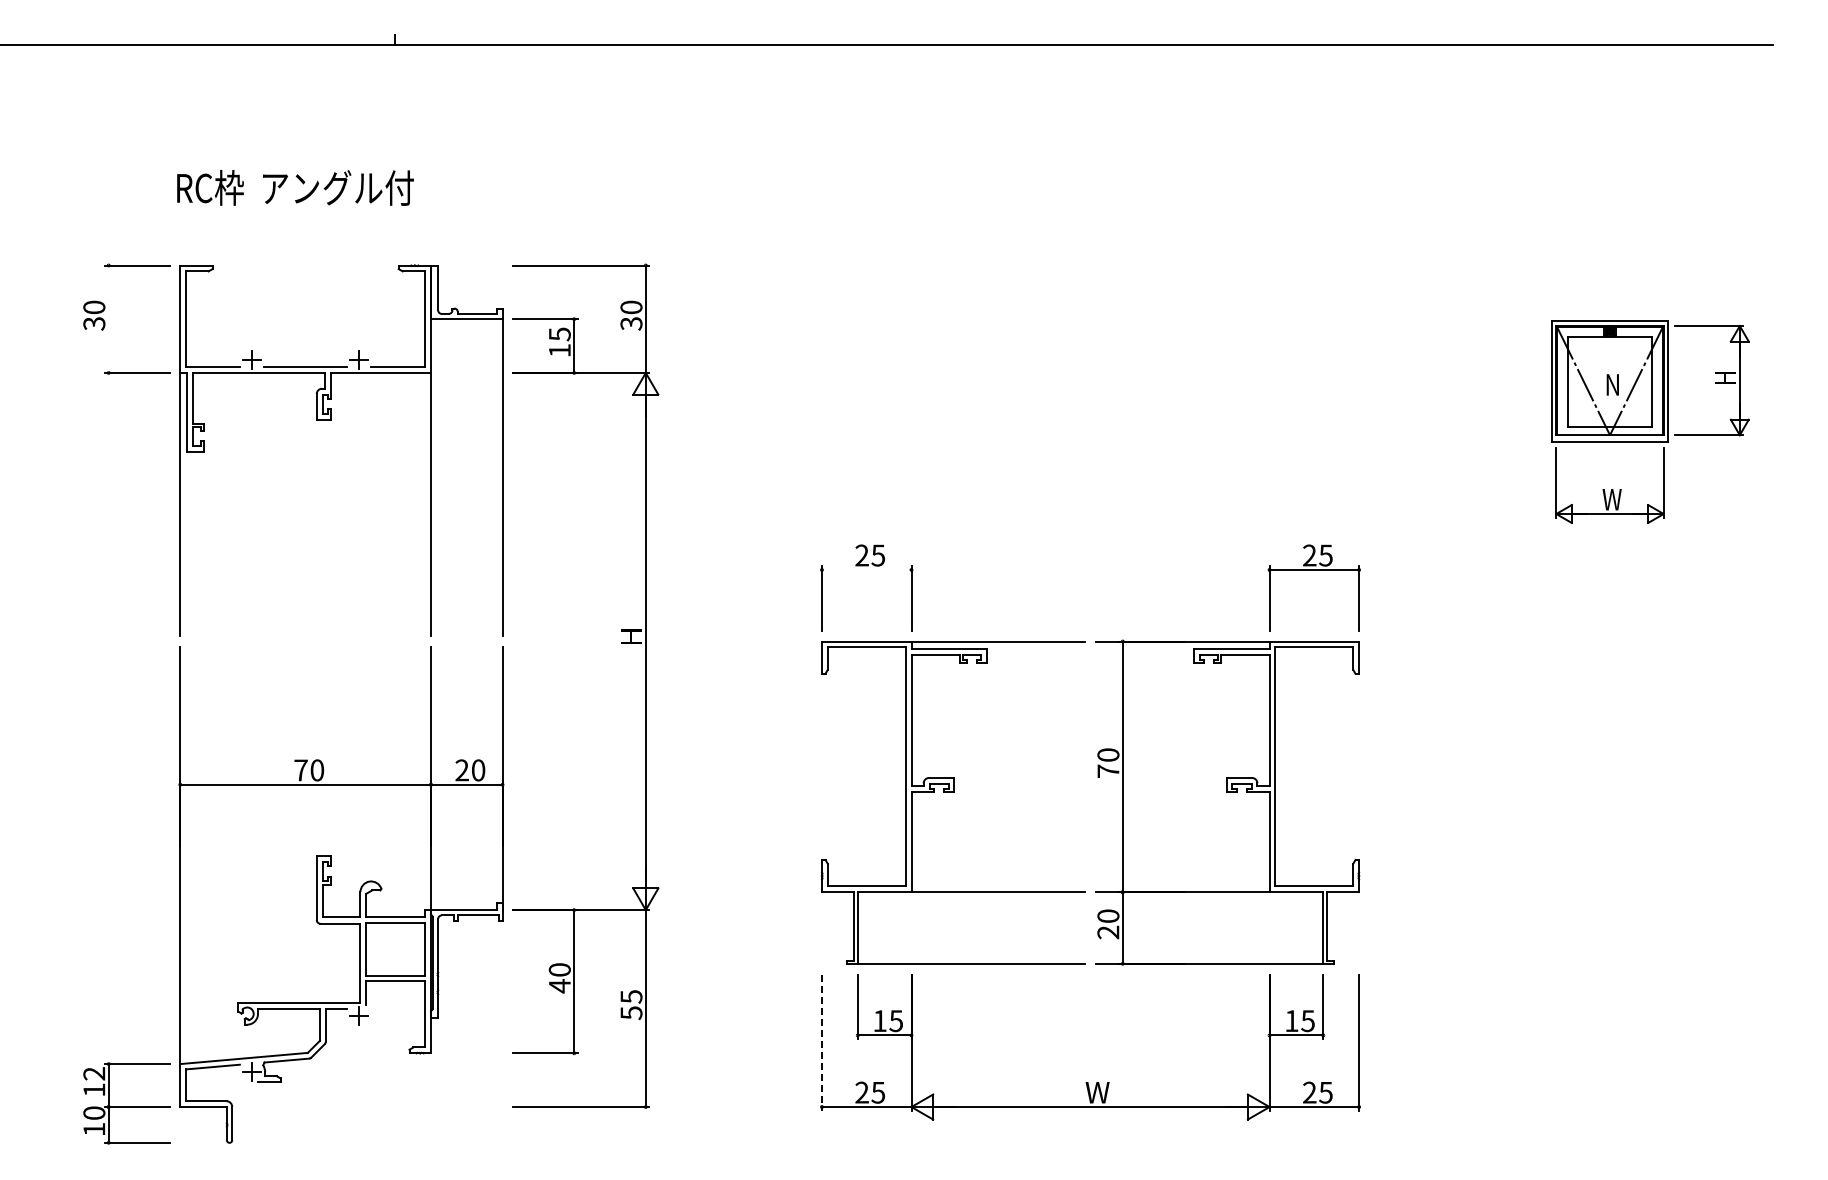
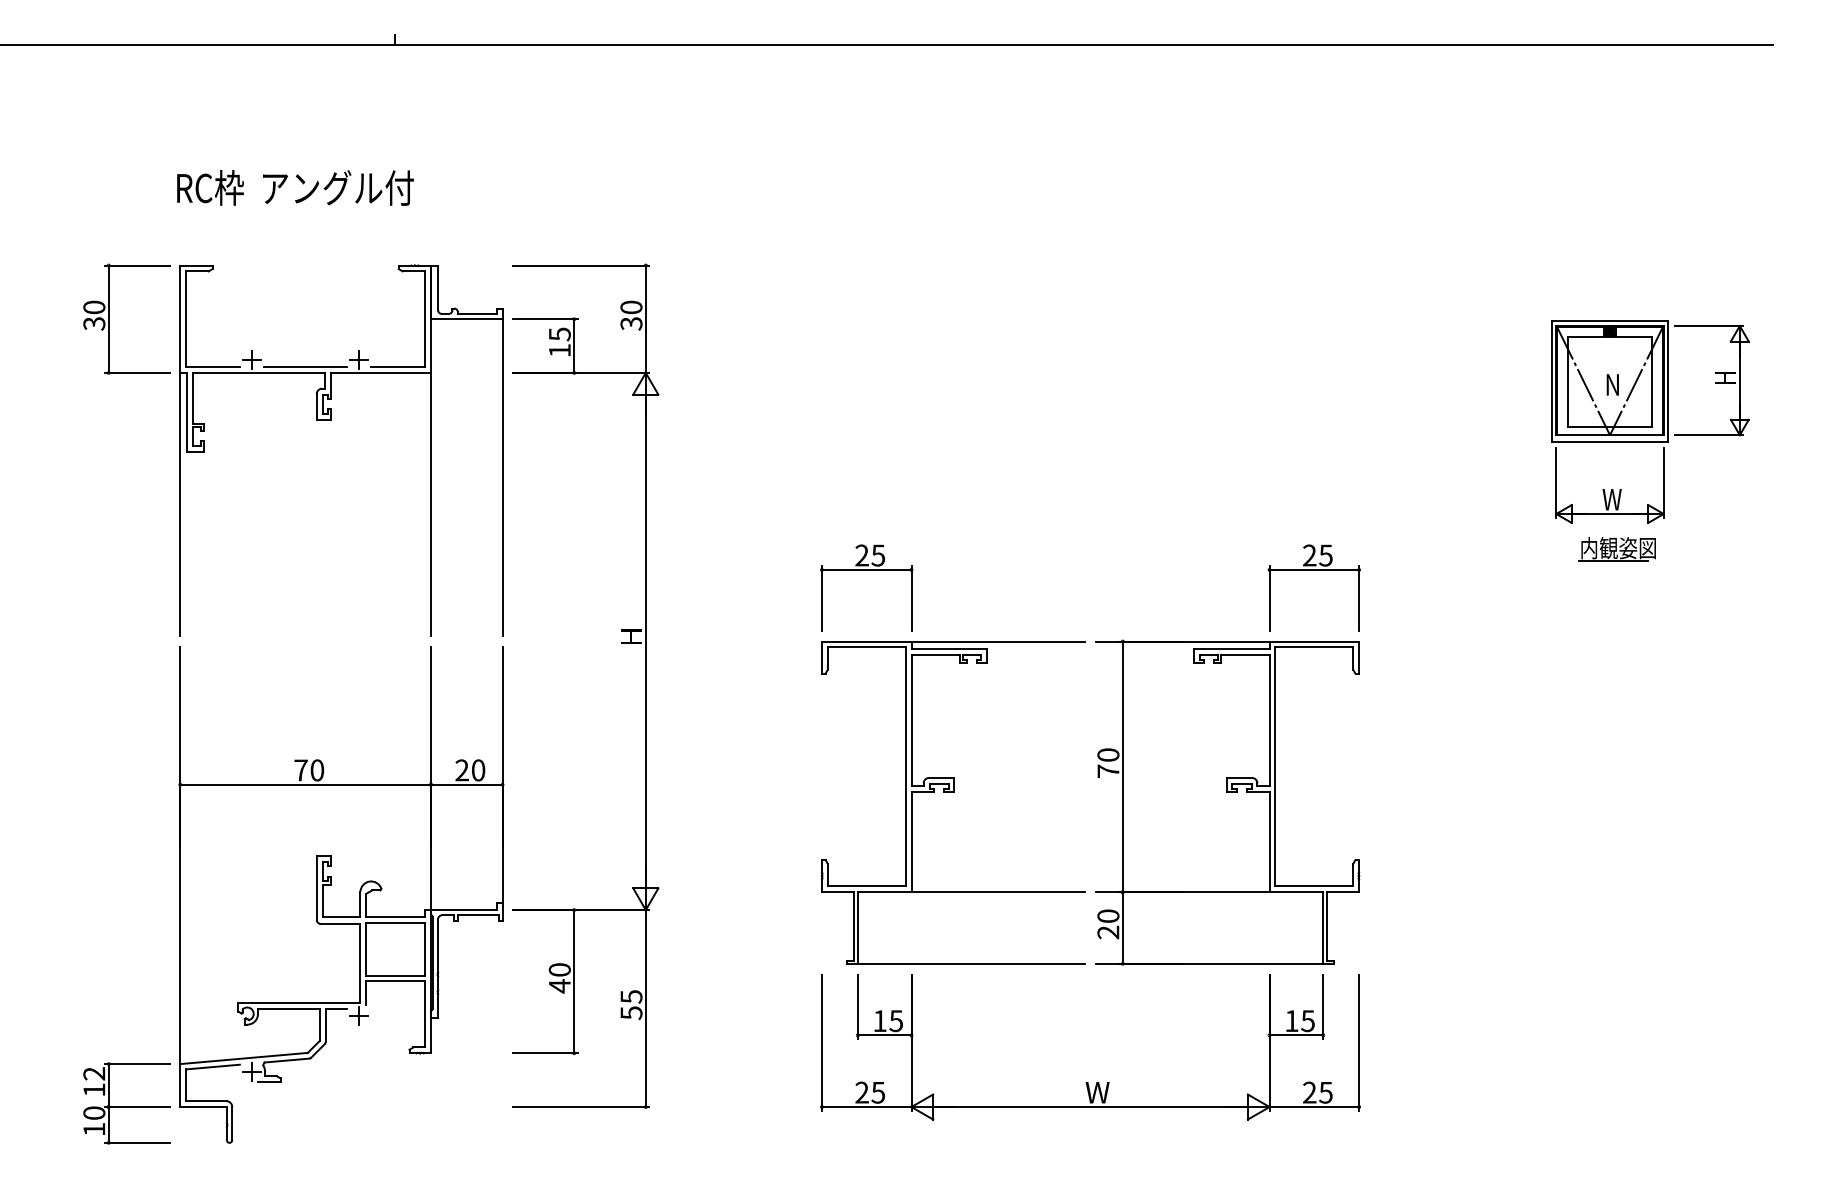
line at (108, 318): none -> present
part at (1616, 548): none -> present
line at (866, 569): none -> present
line at (821, 1043): dashed -> solid
